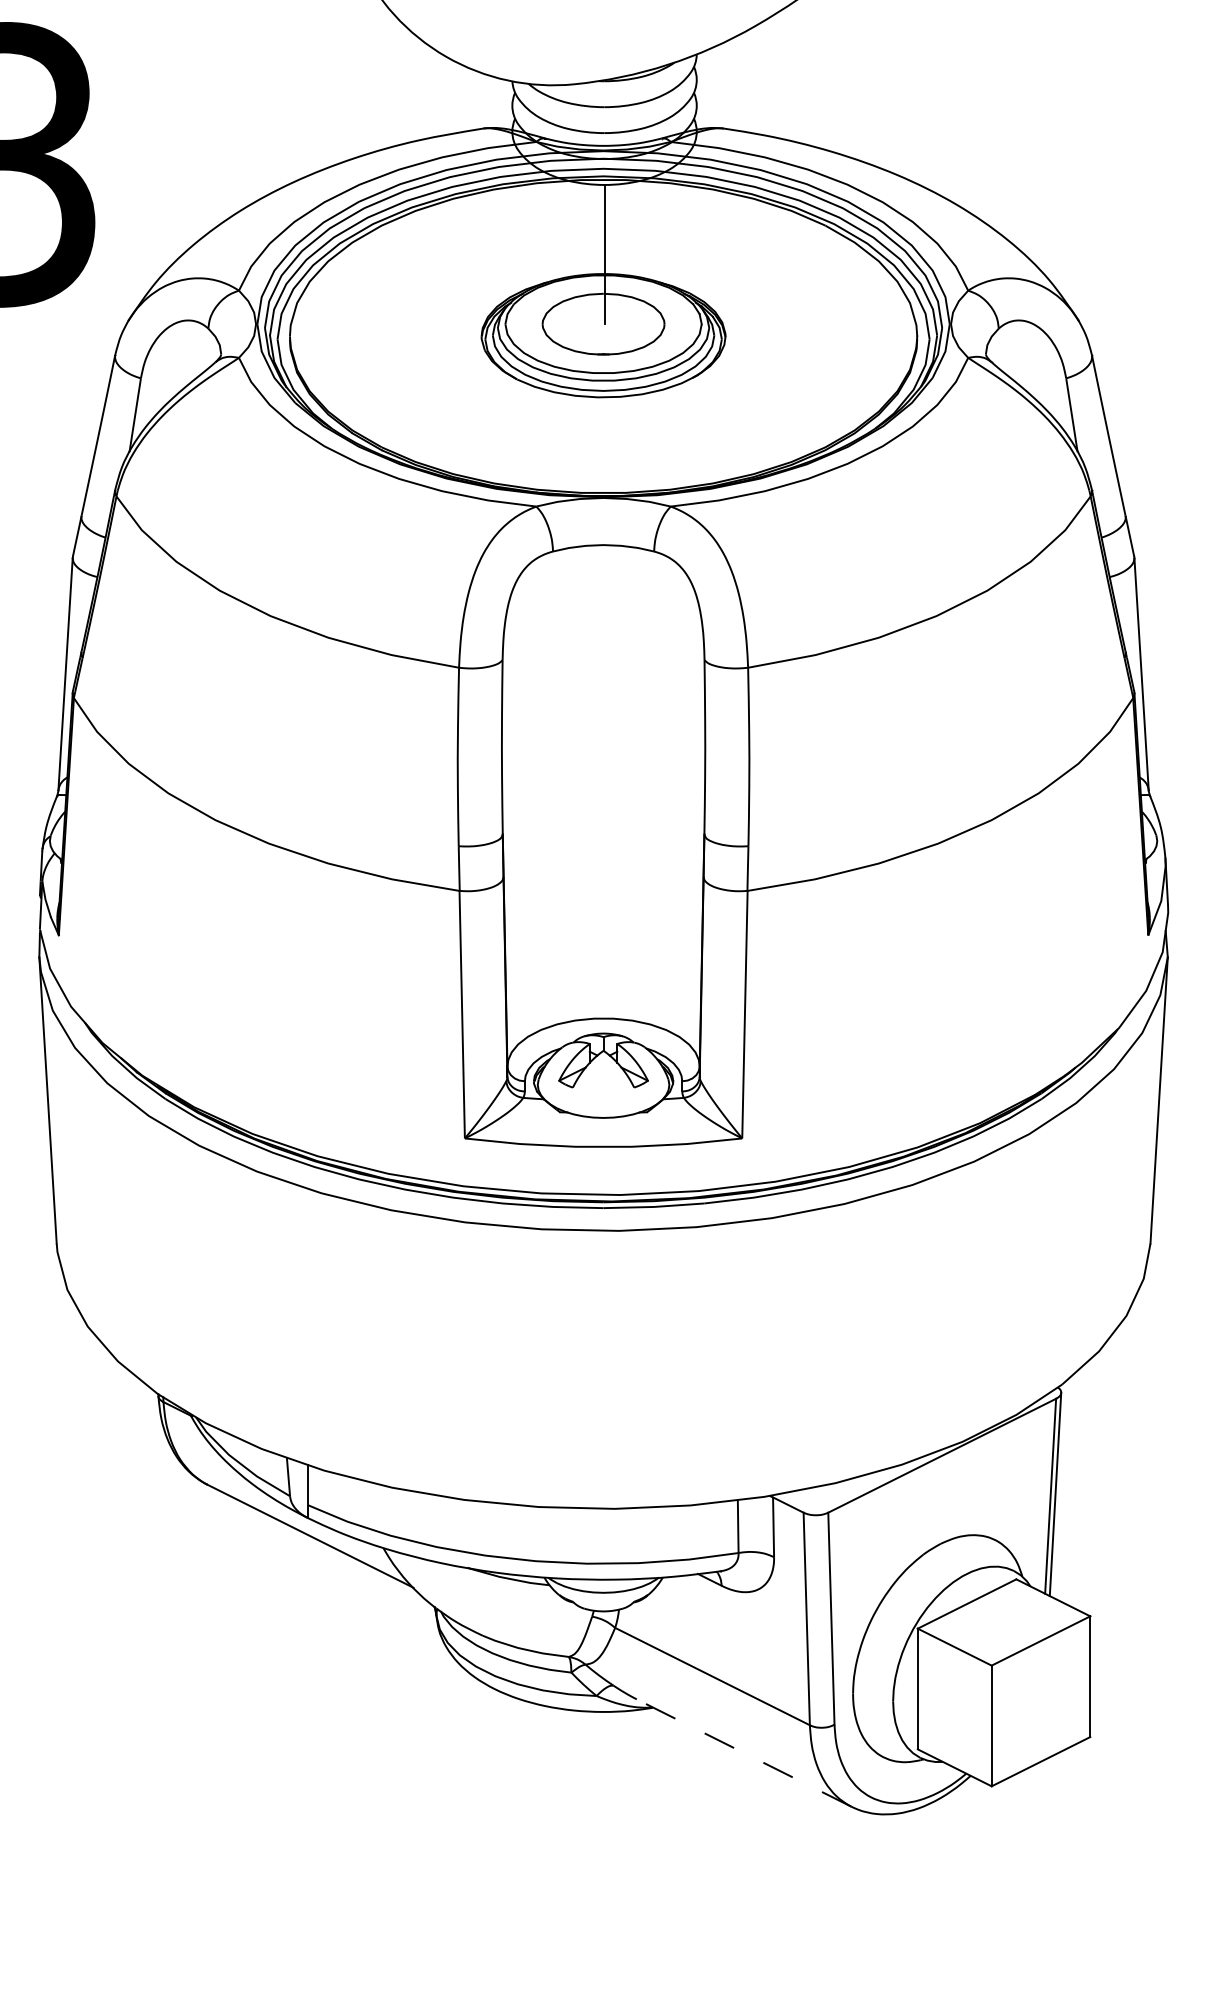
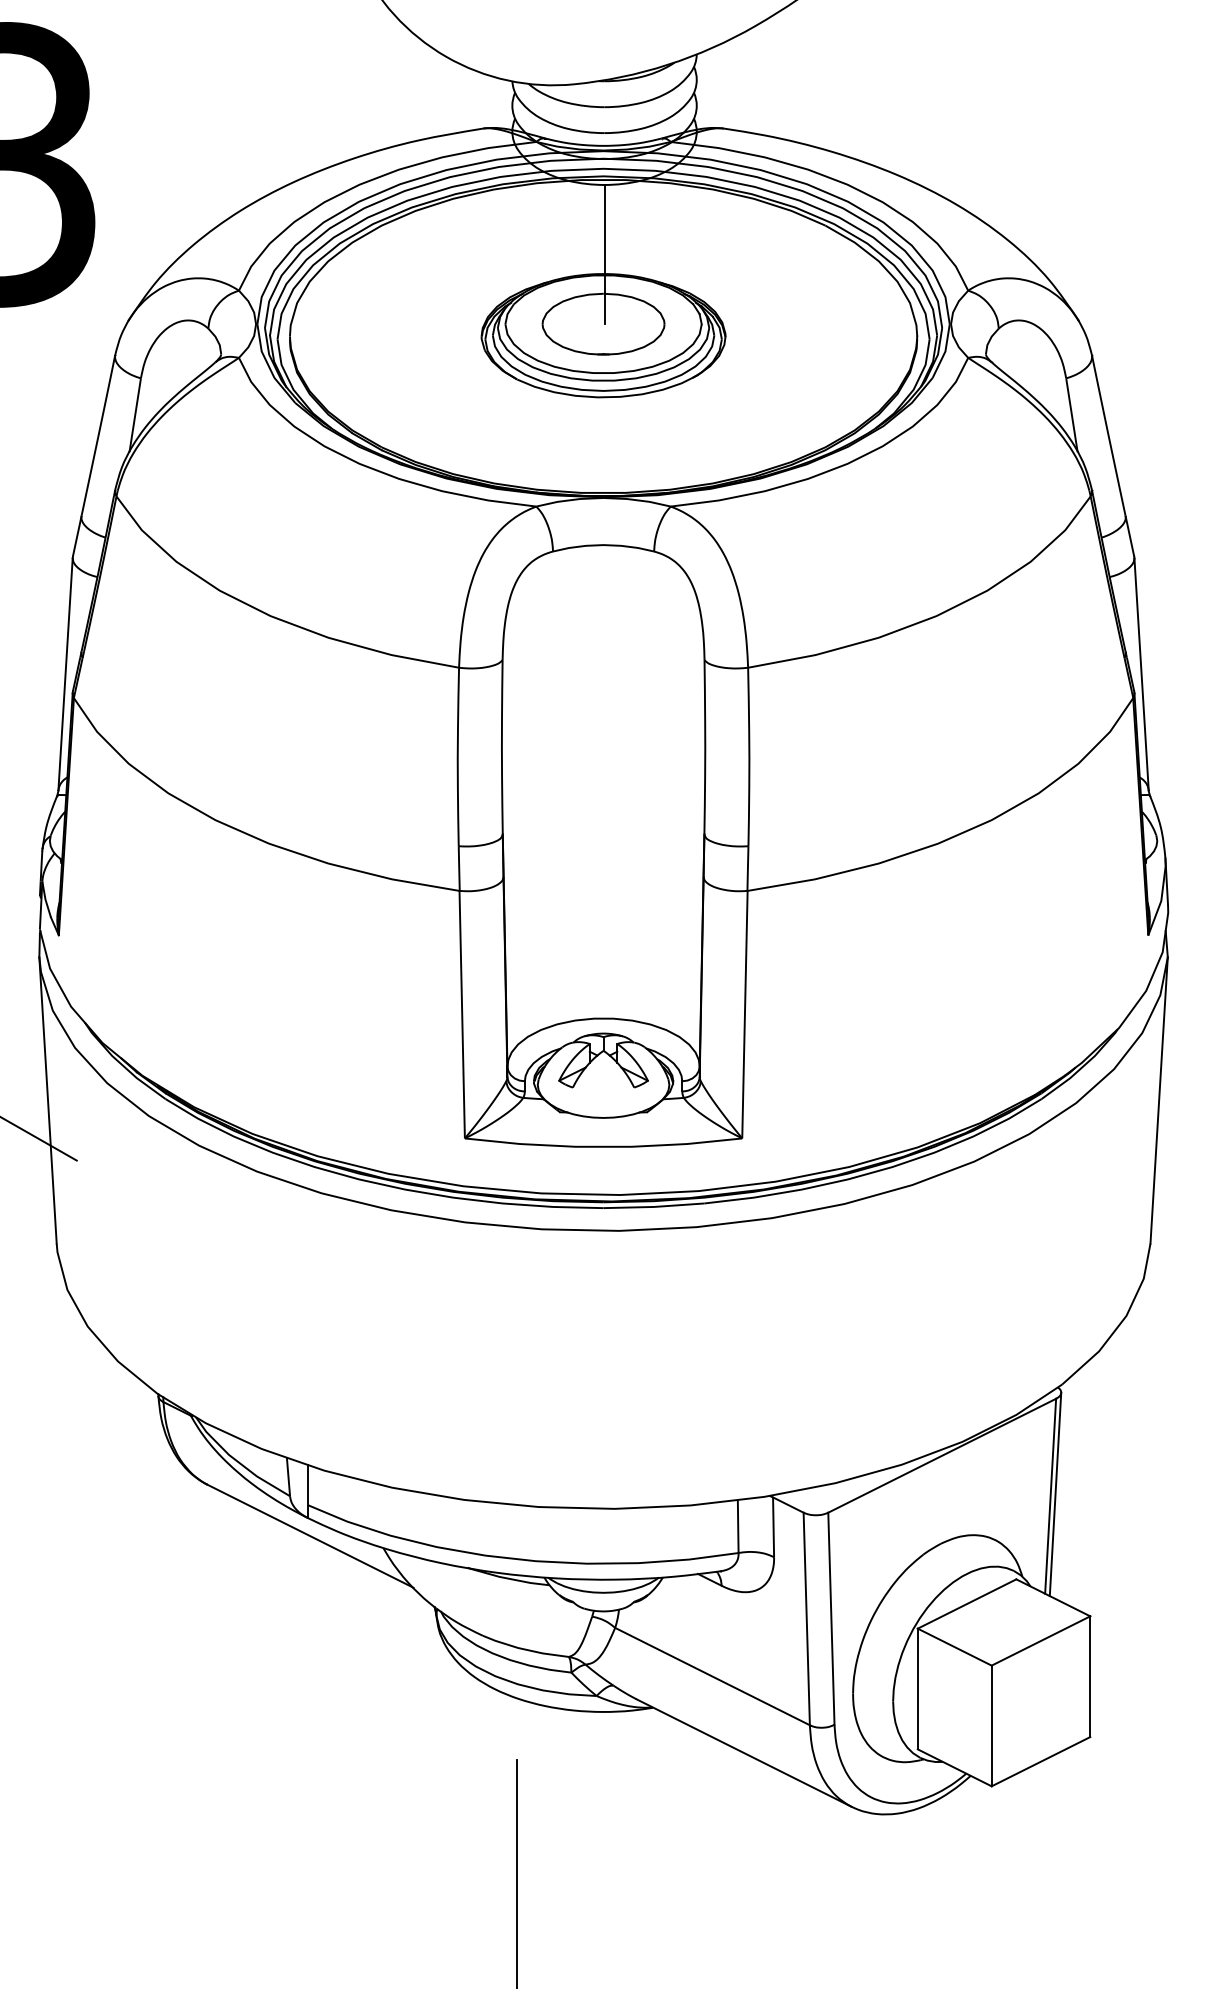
line at (39, 1138): none -> present
line at (743, 1752): dashed -> solid
line at (516, 1872): none -> present
